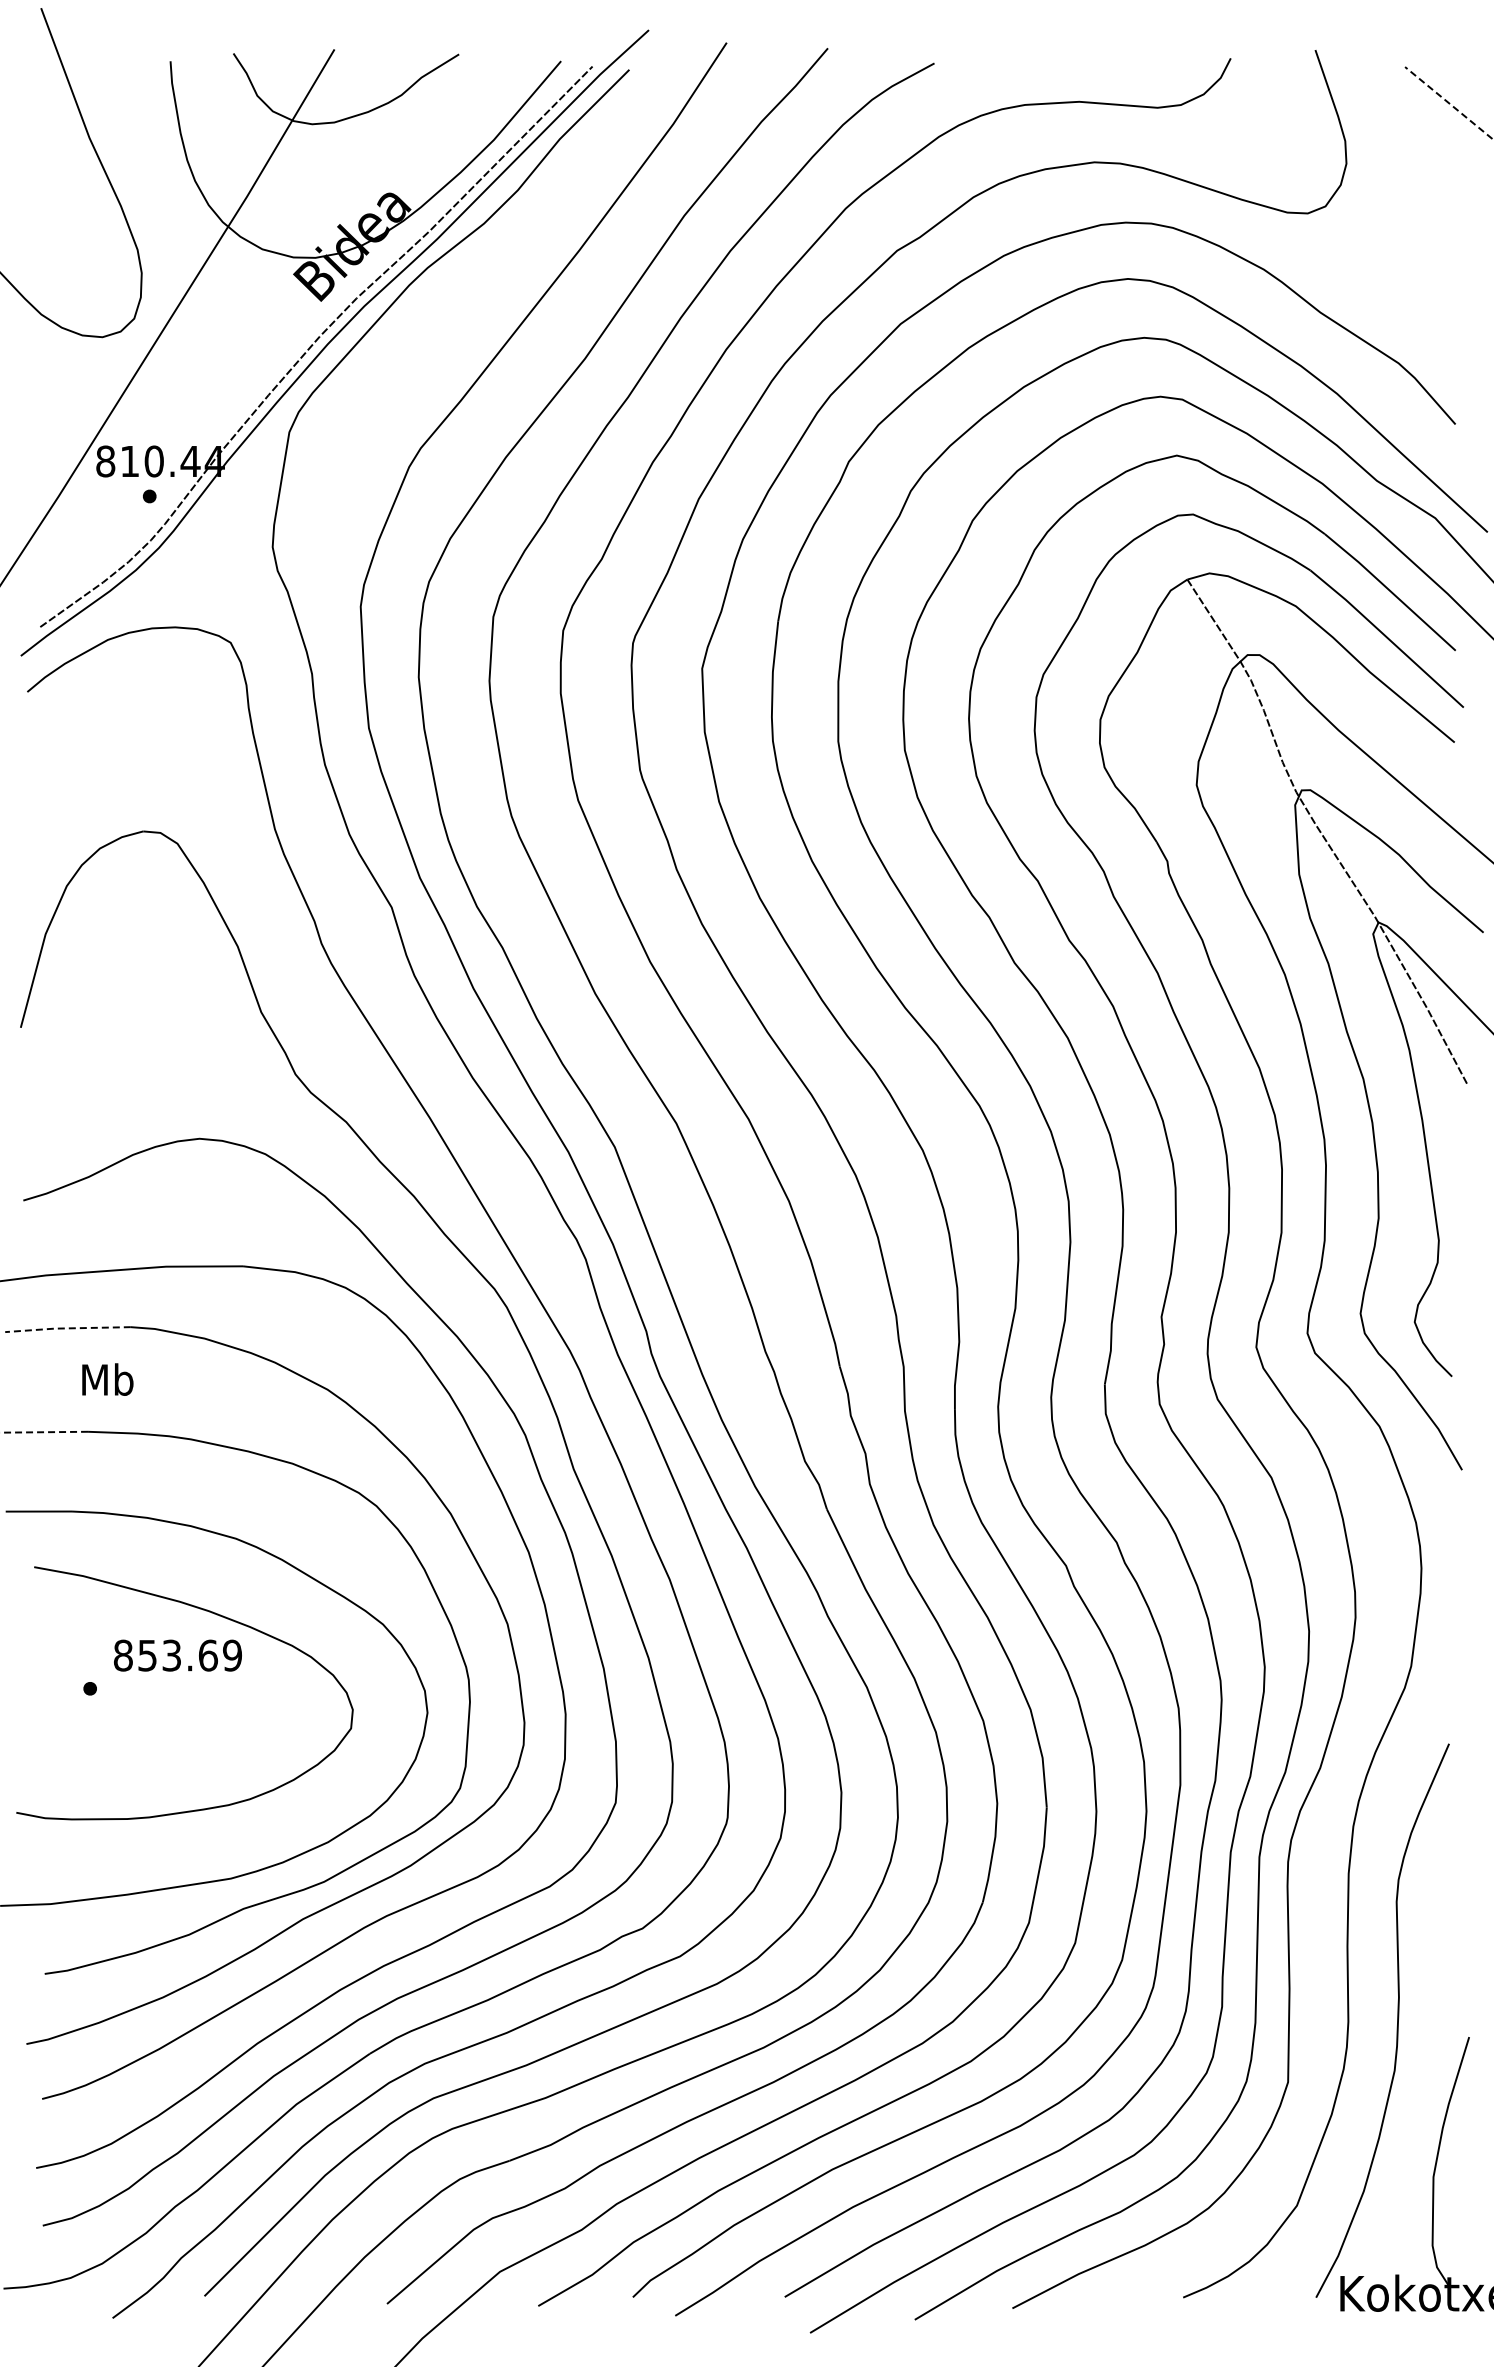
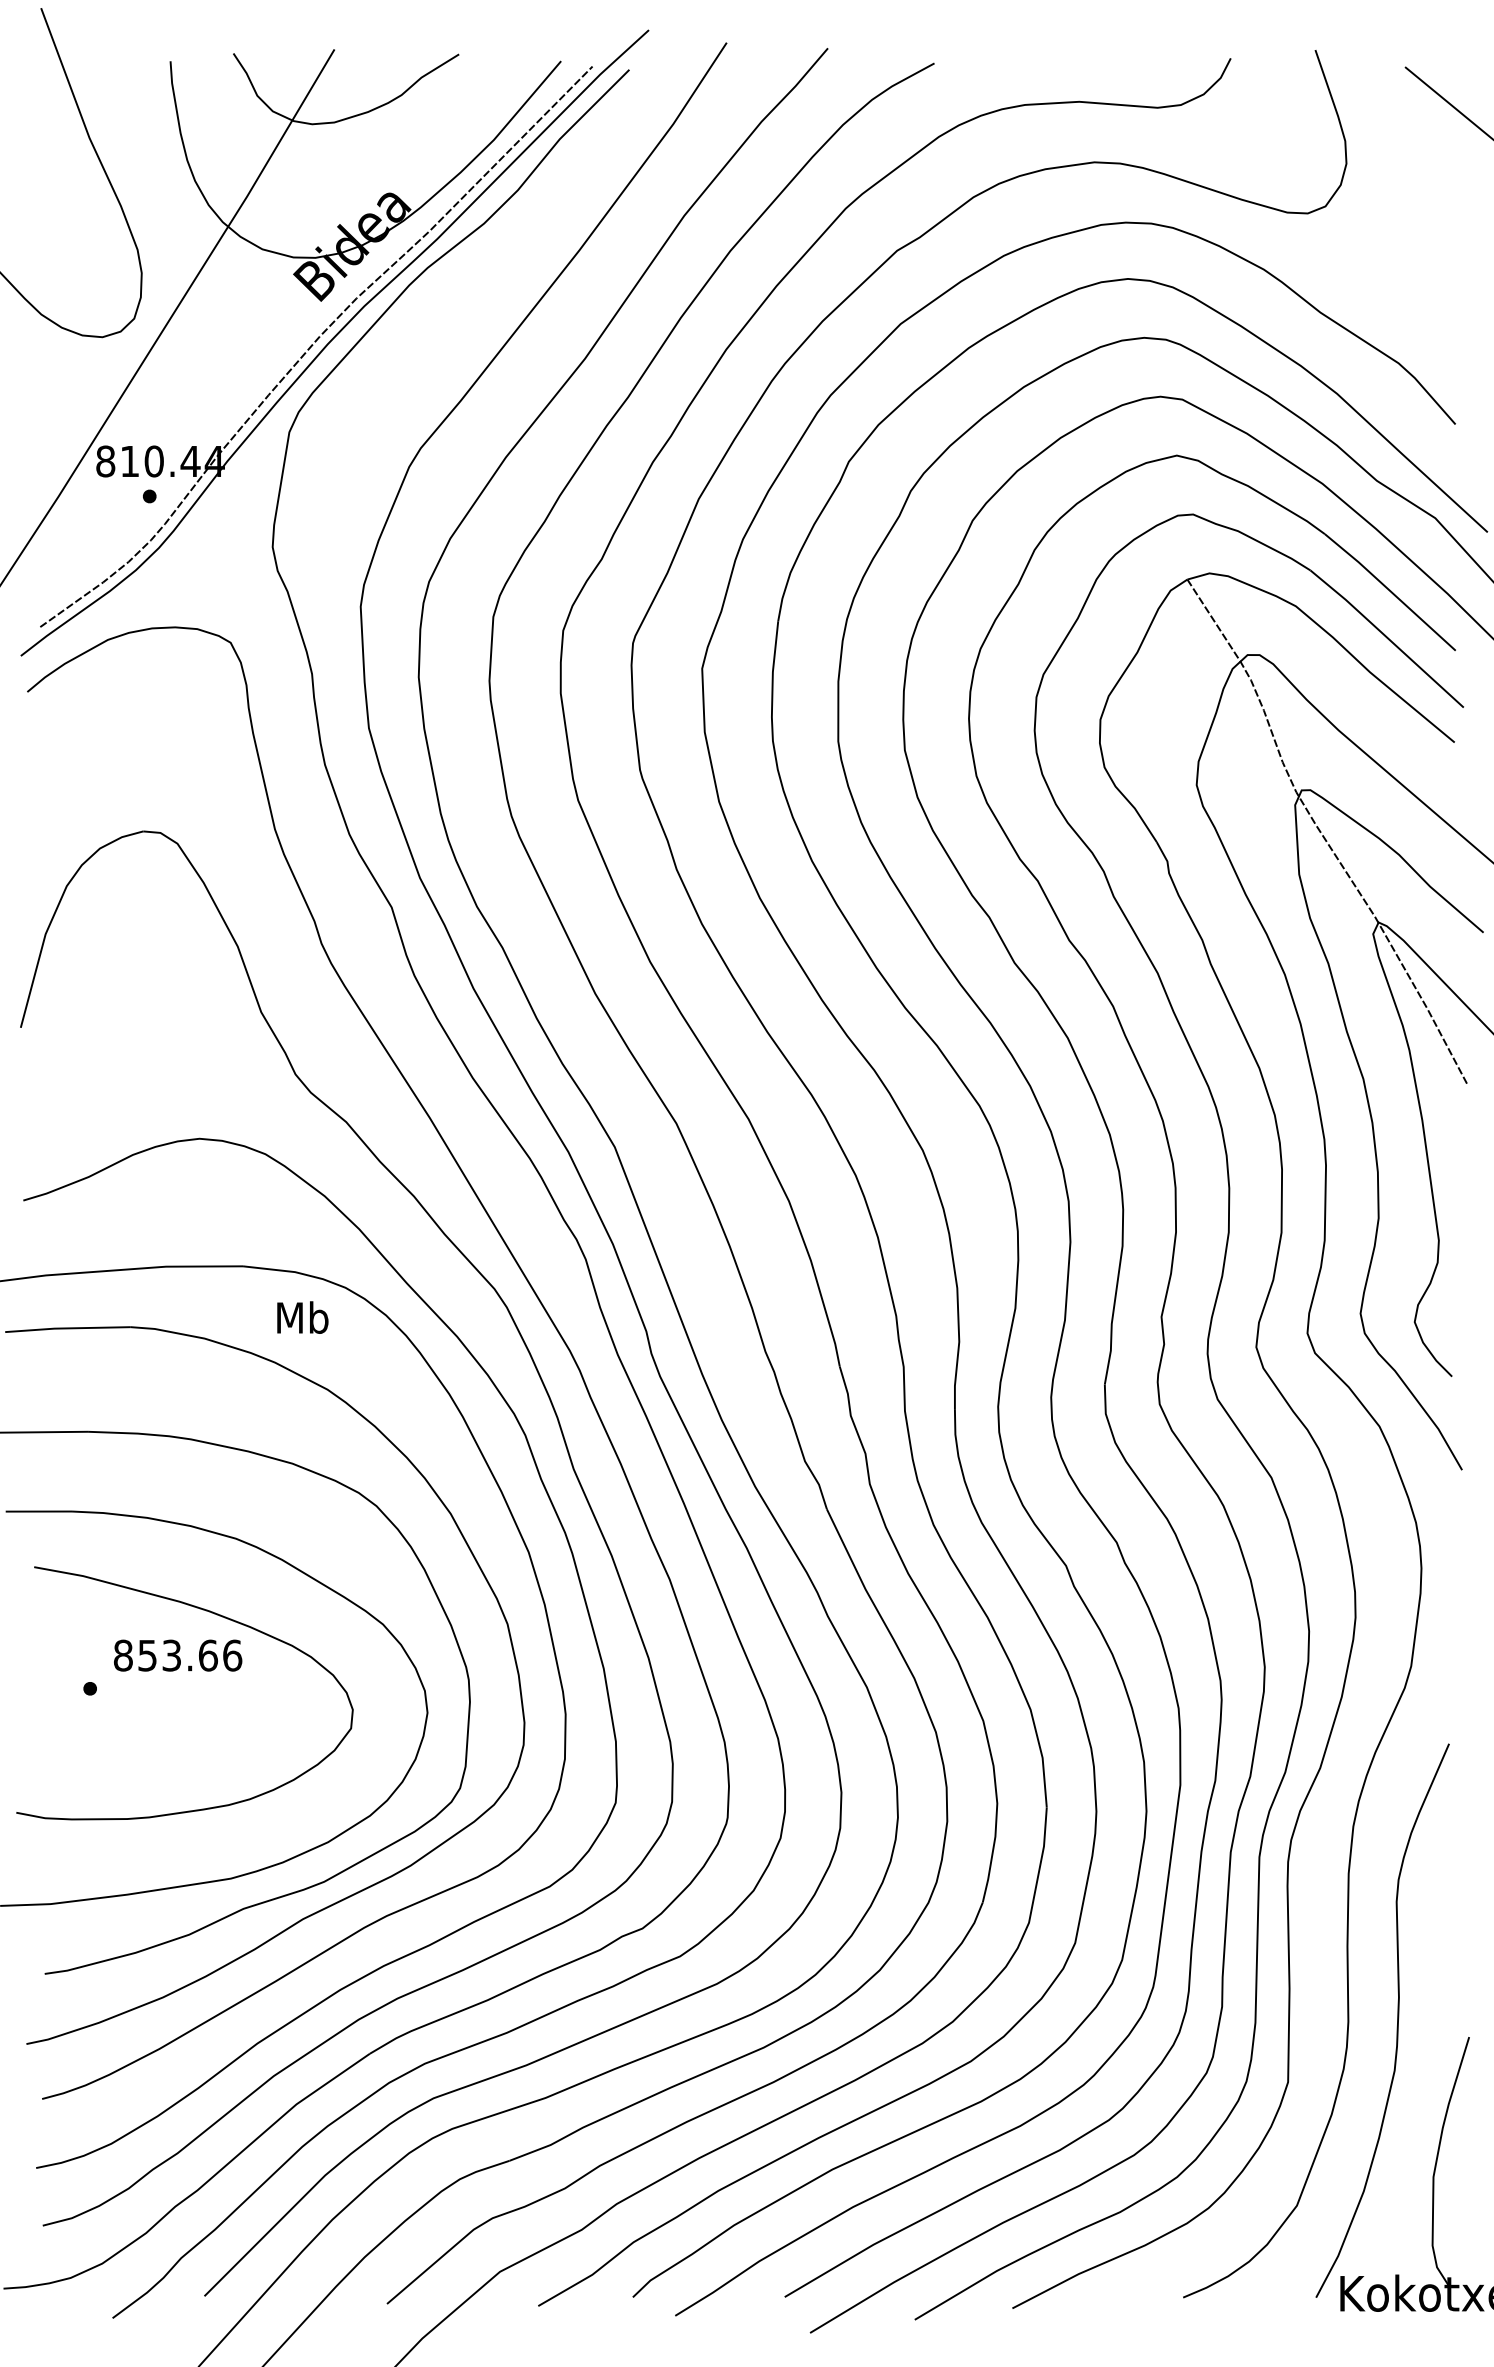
line at (1448, 103): dashed -> solid
line at (67, 1328): dashed -> solid
text at (107, 1379) position: (107, 1379) -> (302, 1317)
line at (44, 1432): dashed -> solid
text at (232, 1655): 853.69 -> 853.66
